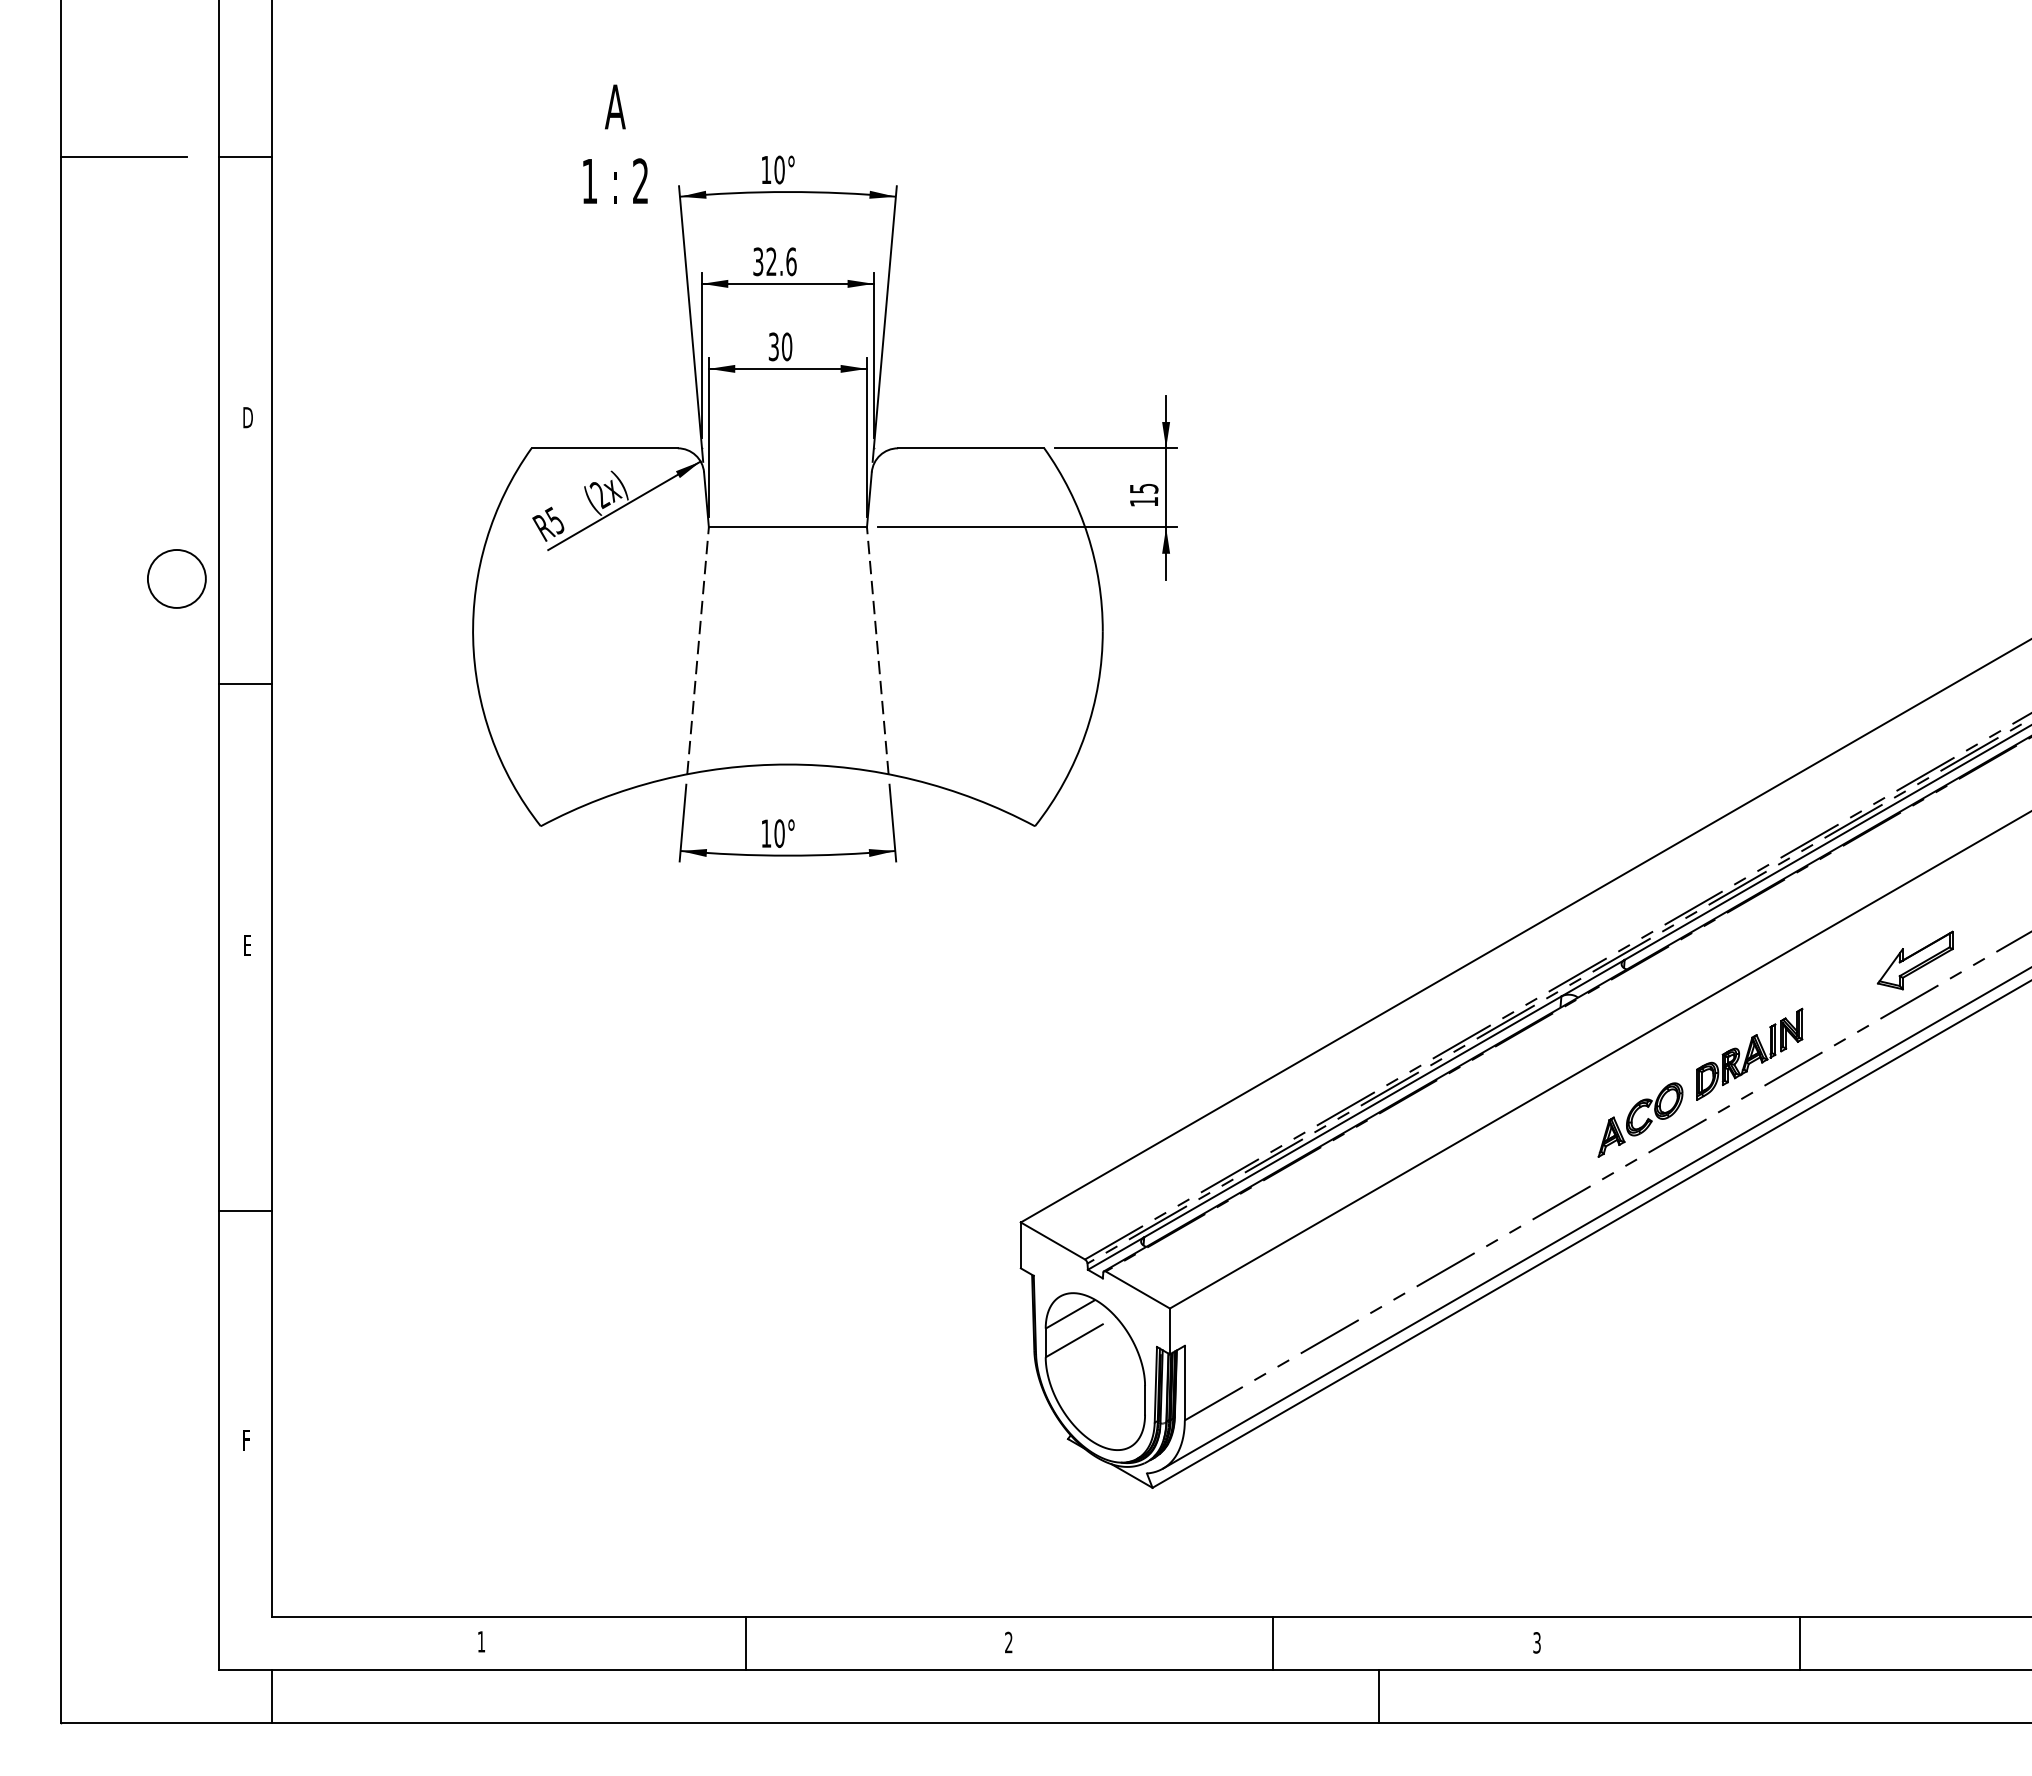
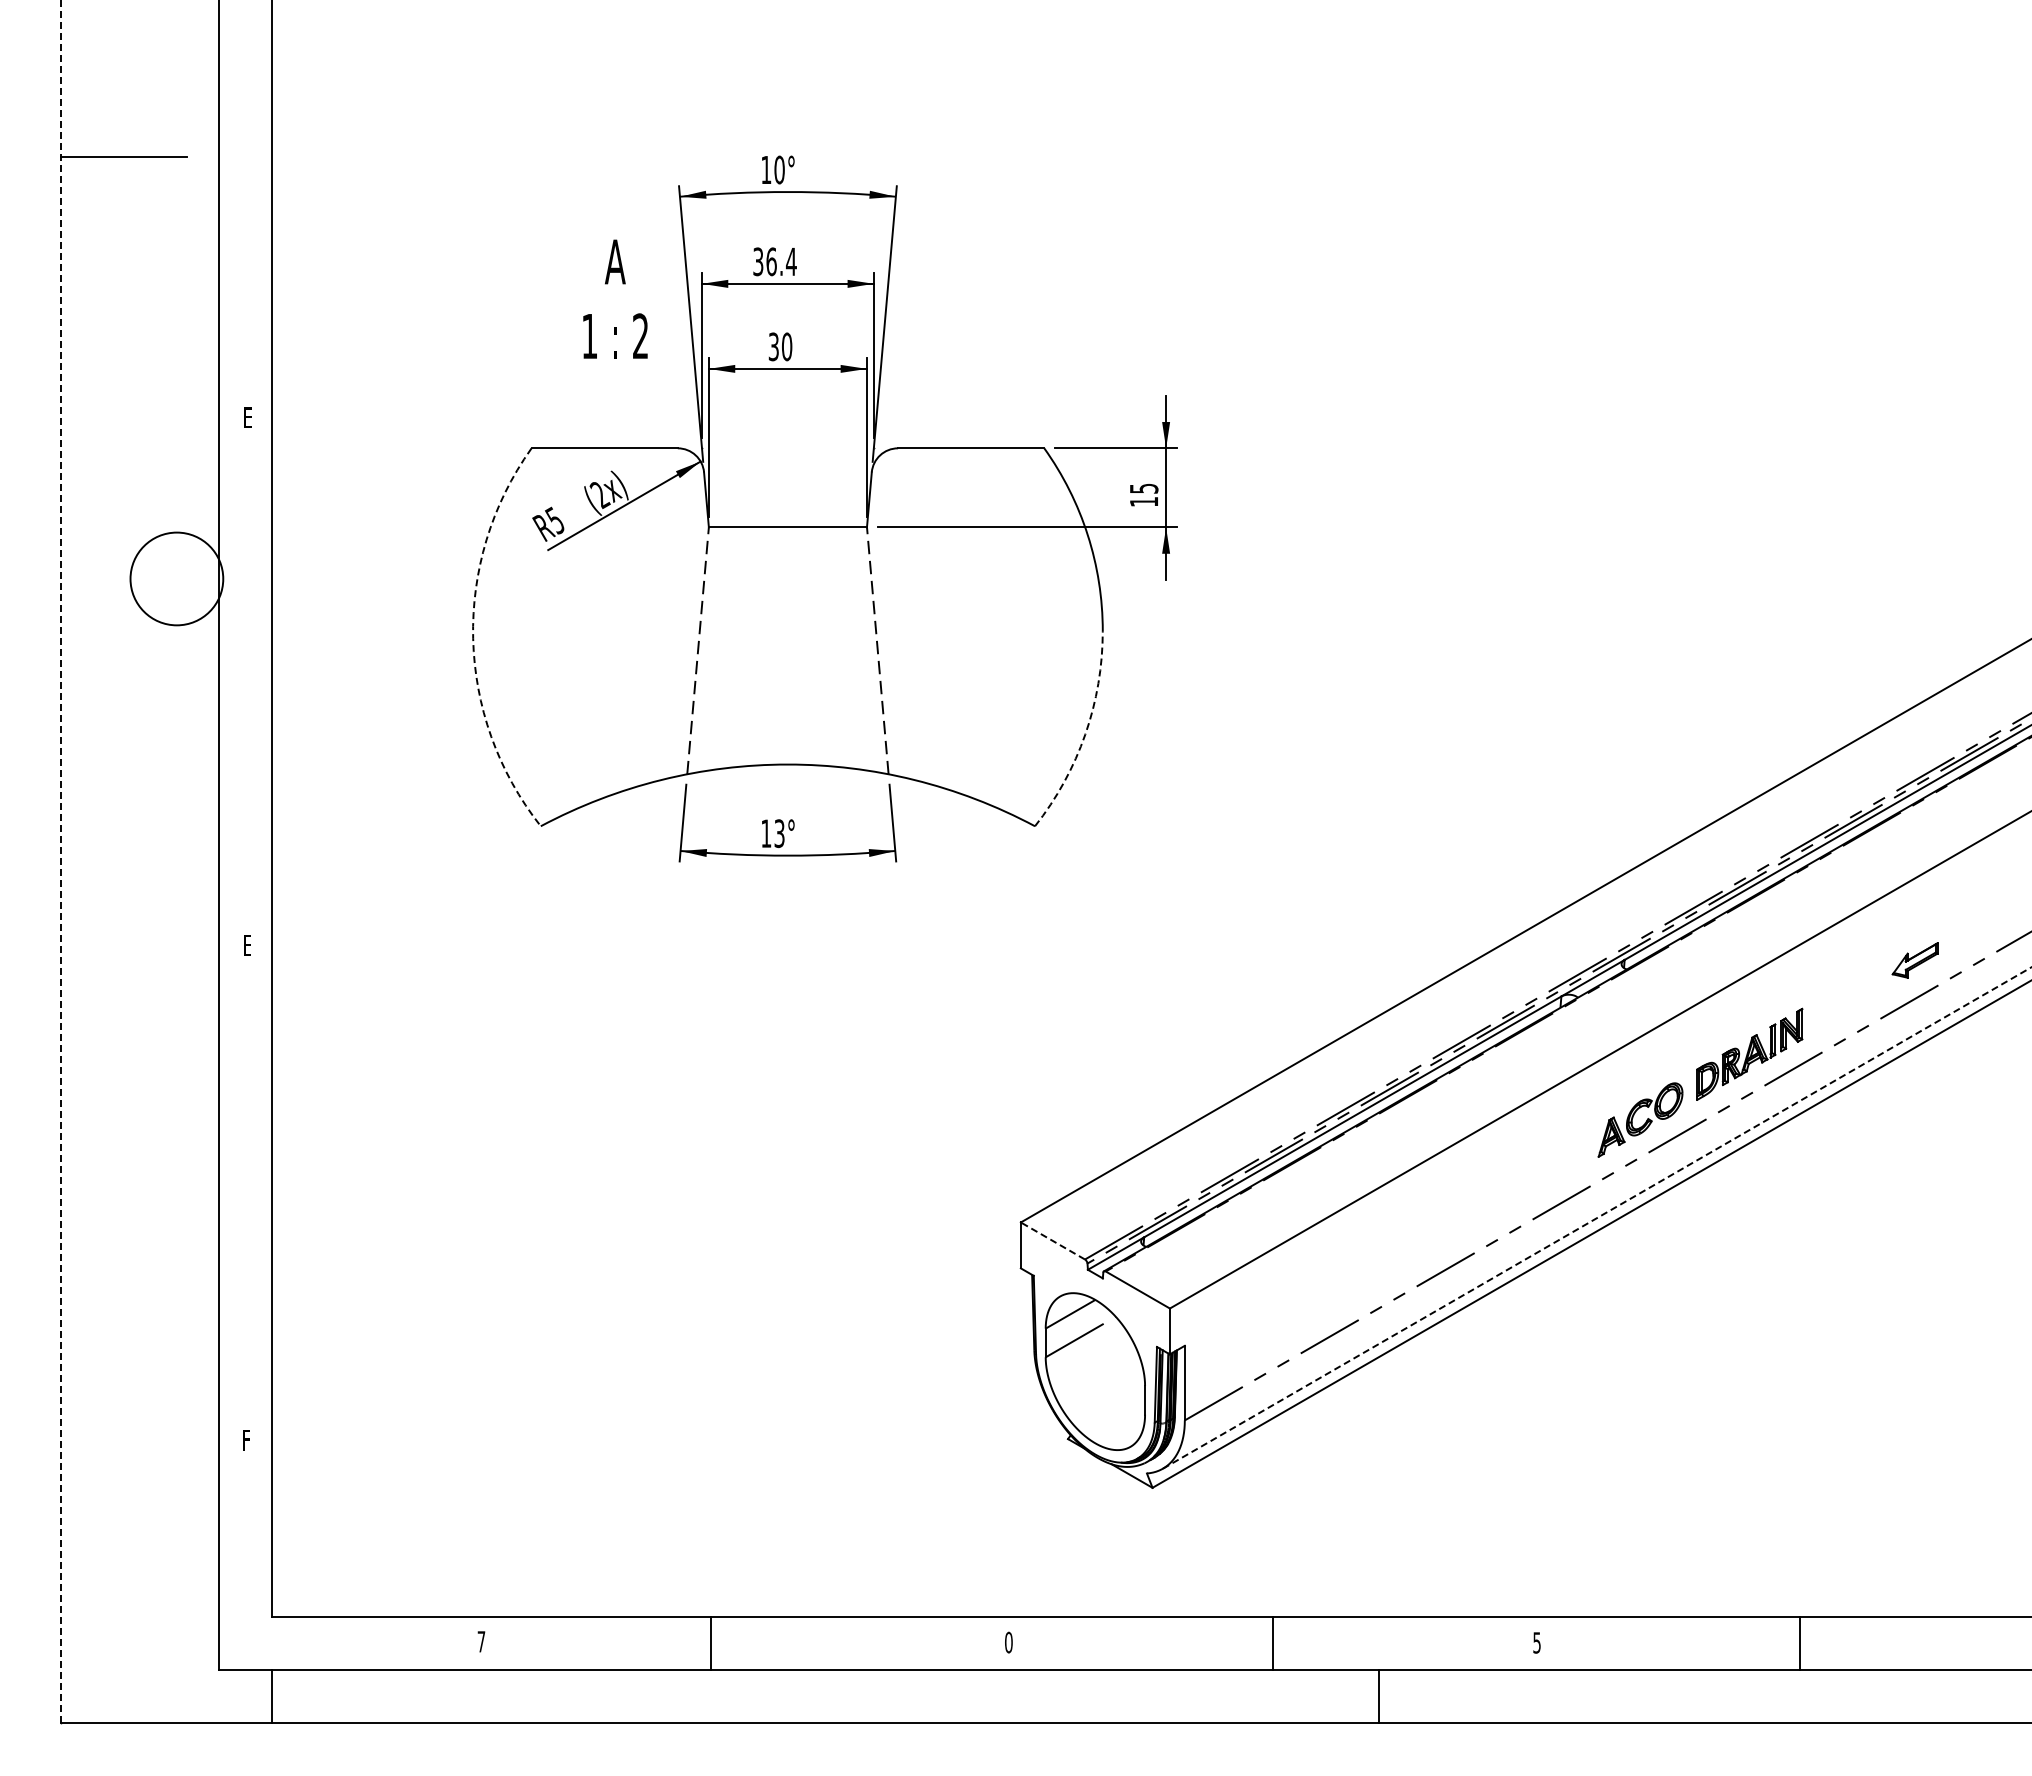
text at (615, 143) position: (615, 143) -> (615, 298)
line at (245, 157): present -> none
text at (781, 261): 32.6 -> 36.4
text at (247, 417): D -> E
circle at (176, 578) diameter: 58 px -> 93 px
arc at (473, 638): solid -> dashed
line at (245, 684): present -> none
arc at (1085, 734): solid -> dashed
text at (779, 833): 10° -> 13°
line at (60, 861): solid -> dashed
part at (1914, 960) size: 78x61 px -> 48x37 px
line at (245, 1211): present -> none
line at (1597, 1217): solid -> dashed
line at (1052, 1240): solid -> dashed
text at (481, 1641): 1 -> 7
text at (1008, 1642): 2 -> 0
text at (1536, 1642): 3 -> 5
line at (746, 1643) position: (746, 1643) -> (711, 1643)
